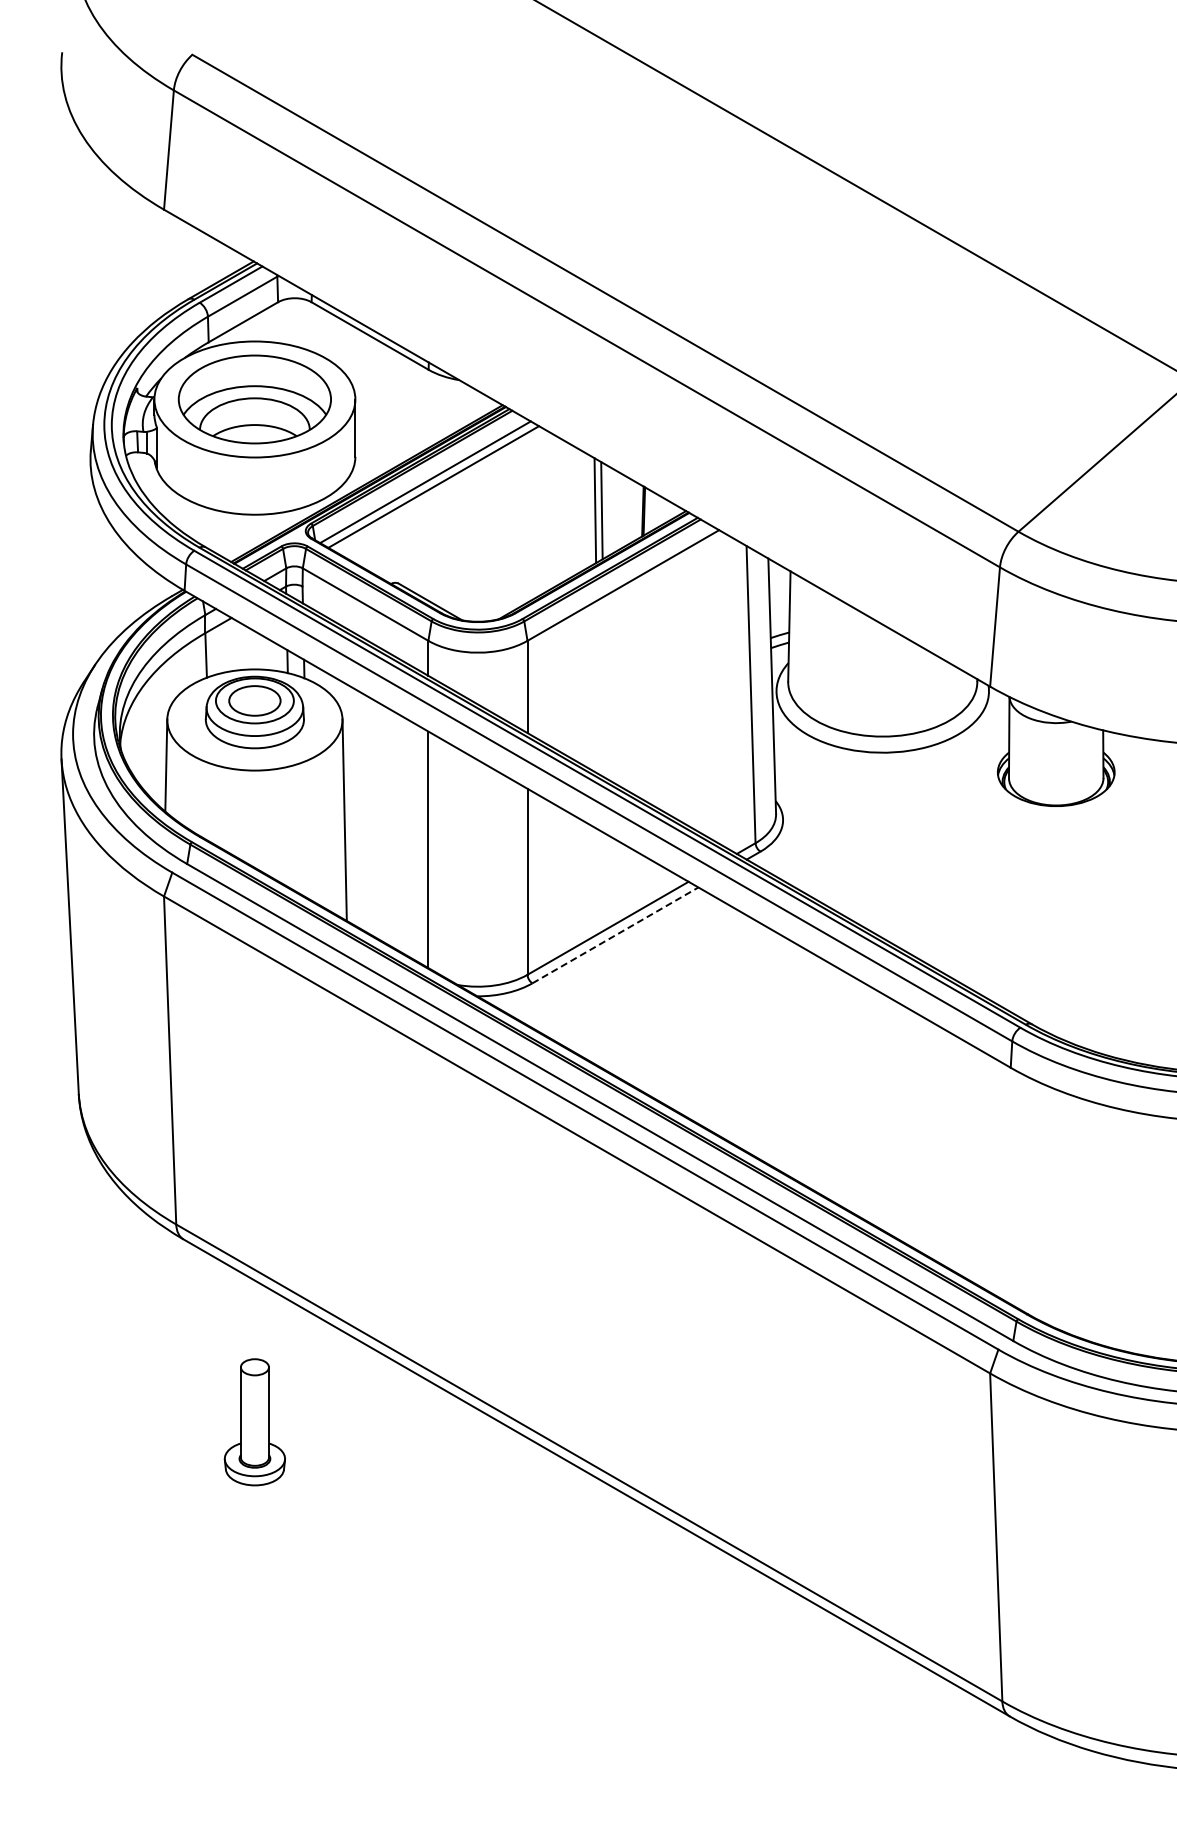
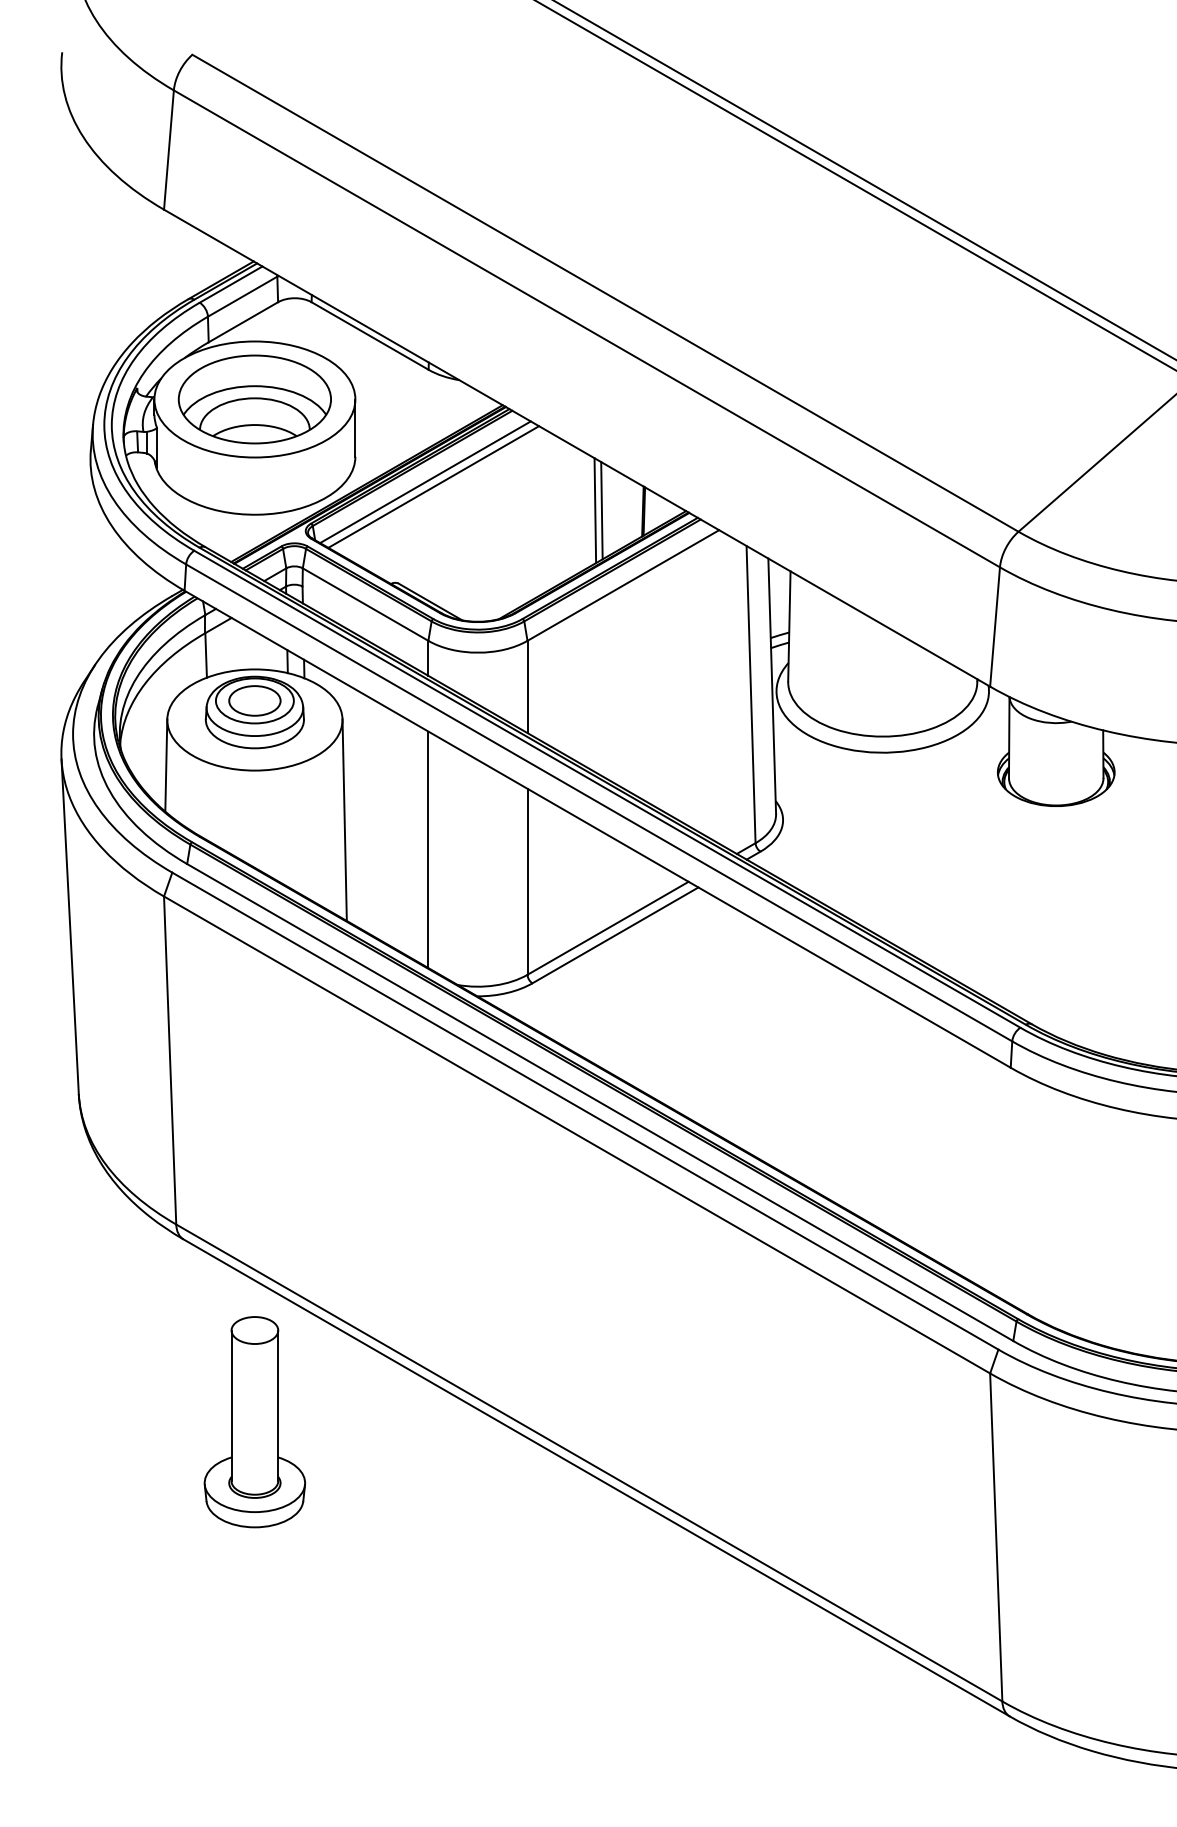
line at (864, 180): none -> present
line at (615, 935): dashed -> solid
part at (254, 1422) size: 63x129 px -> 104x213 px
